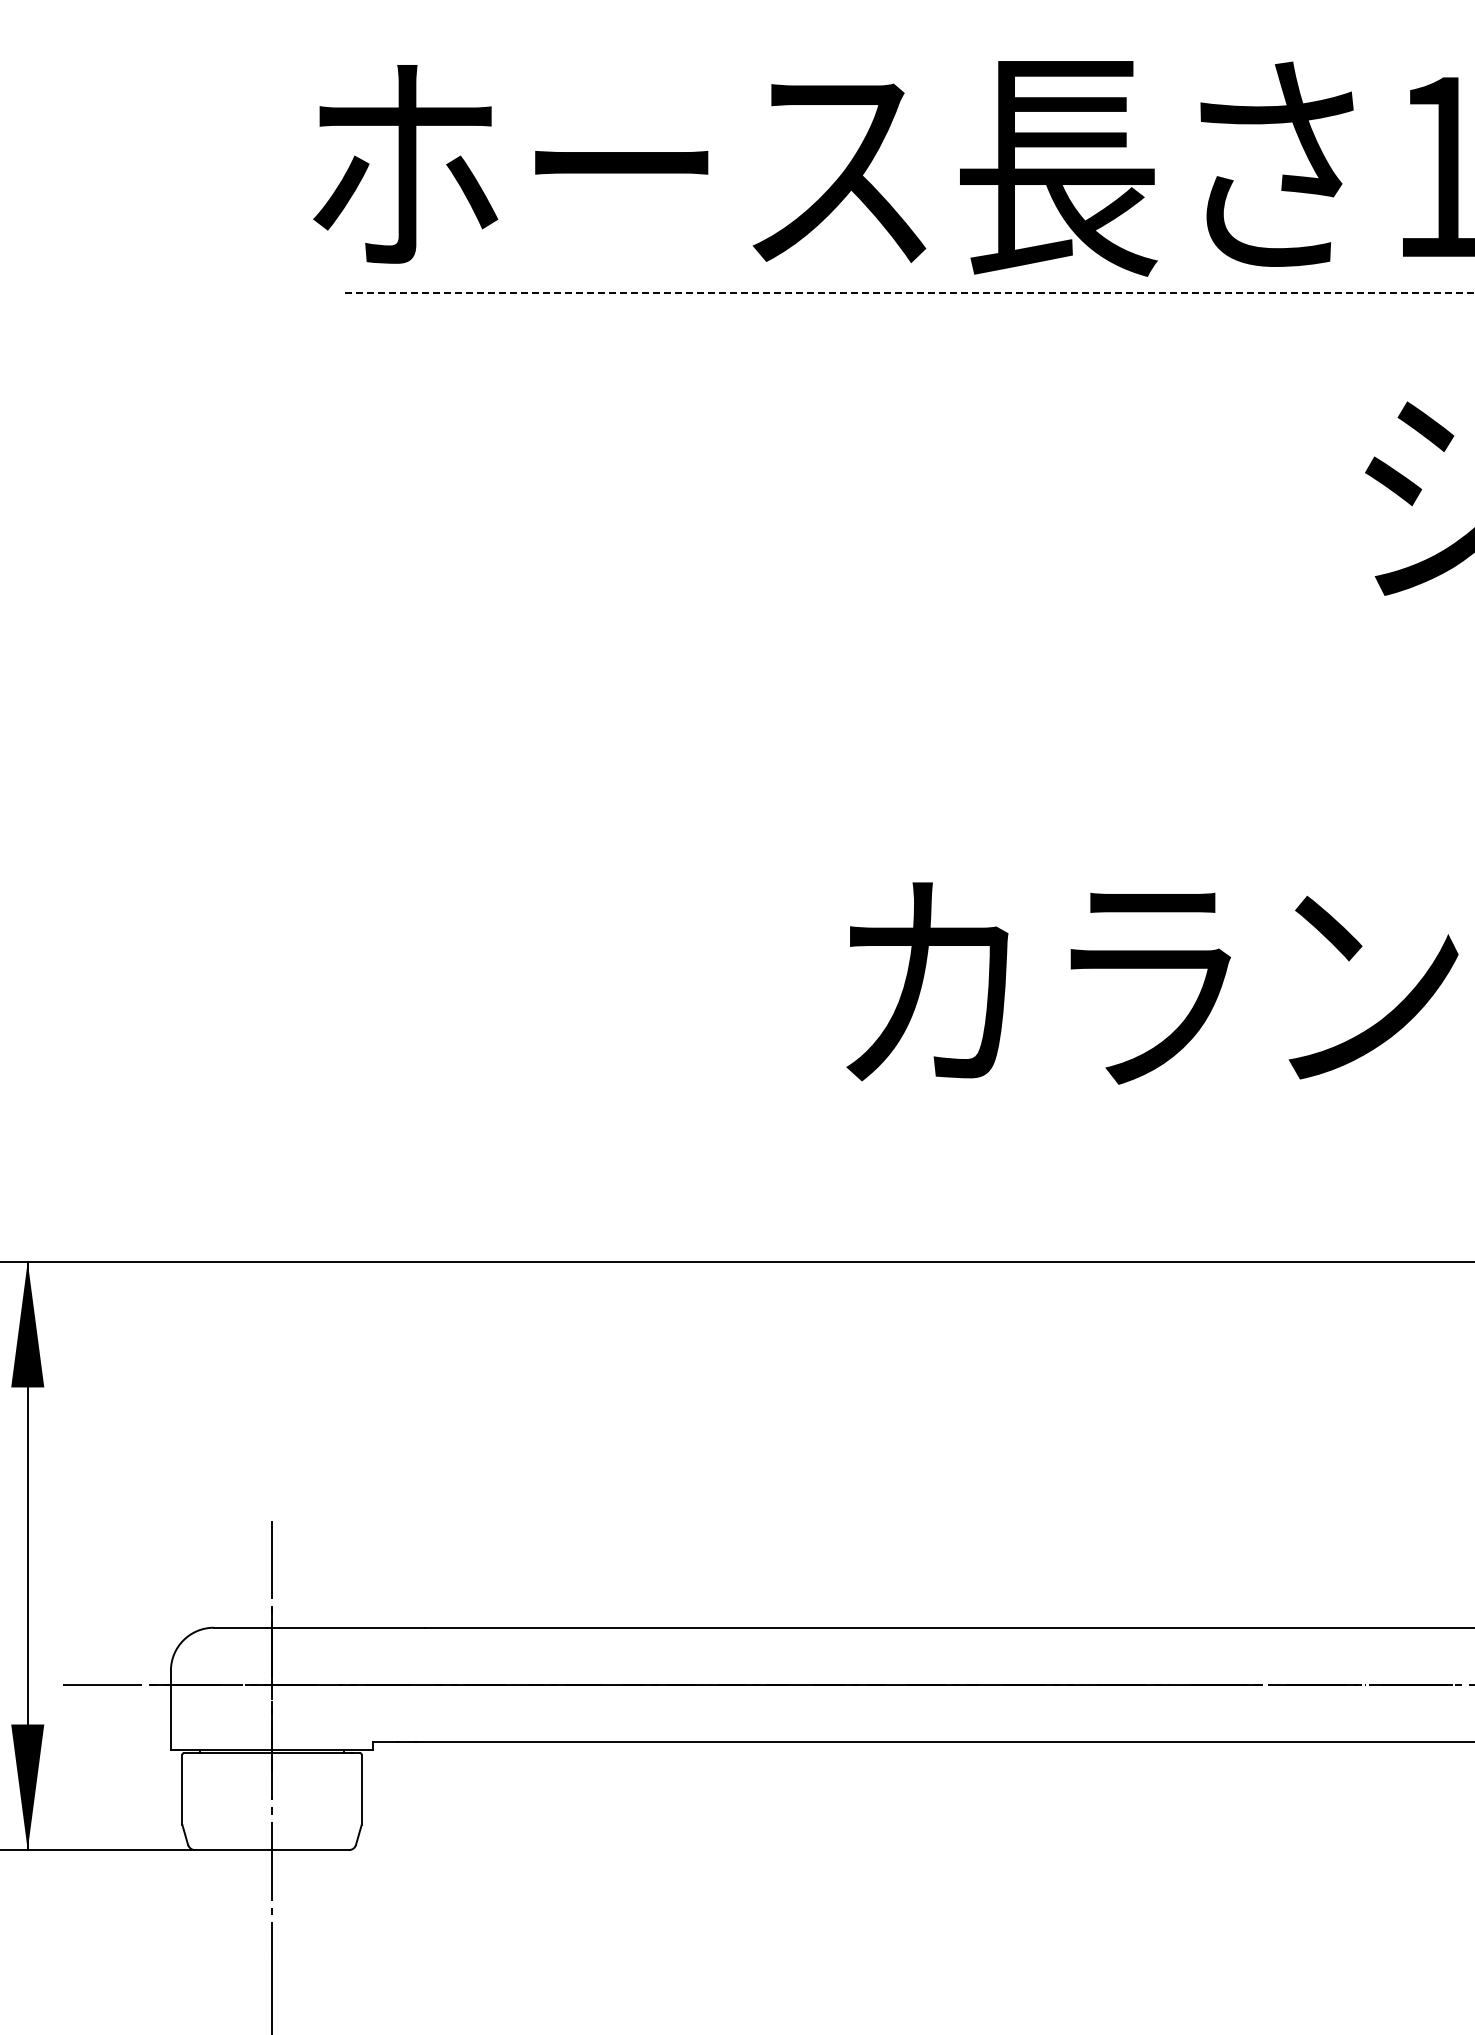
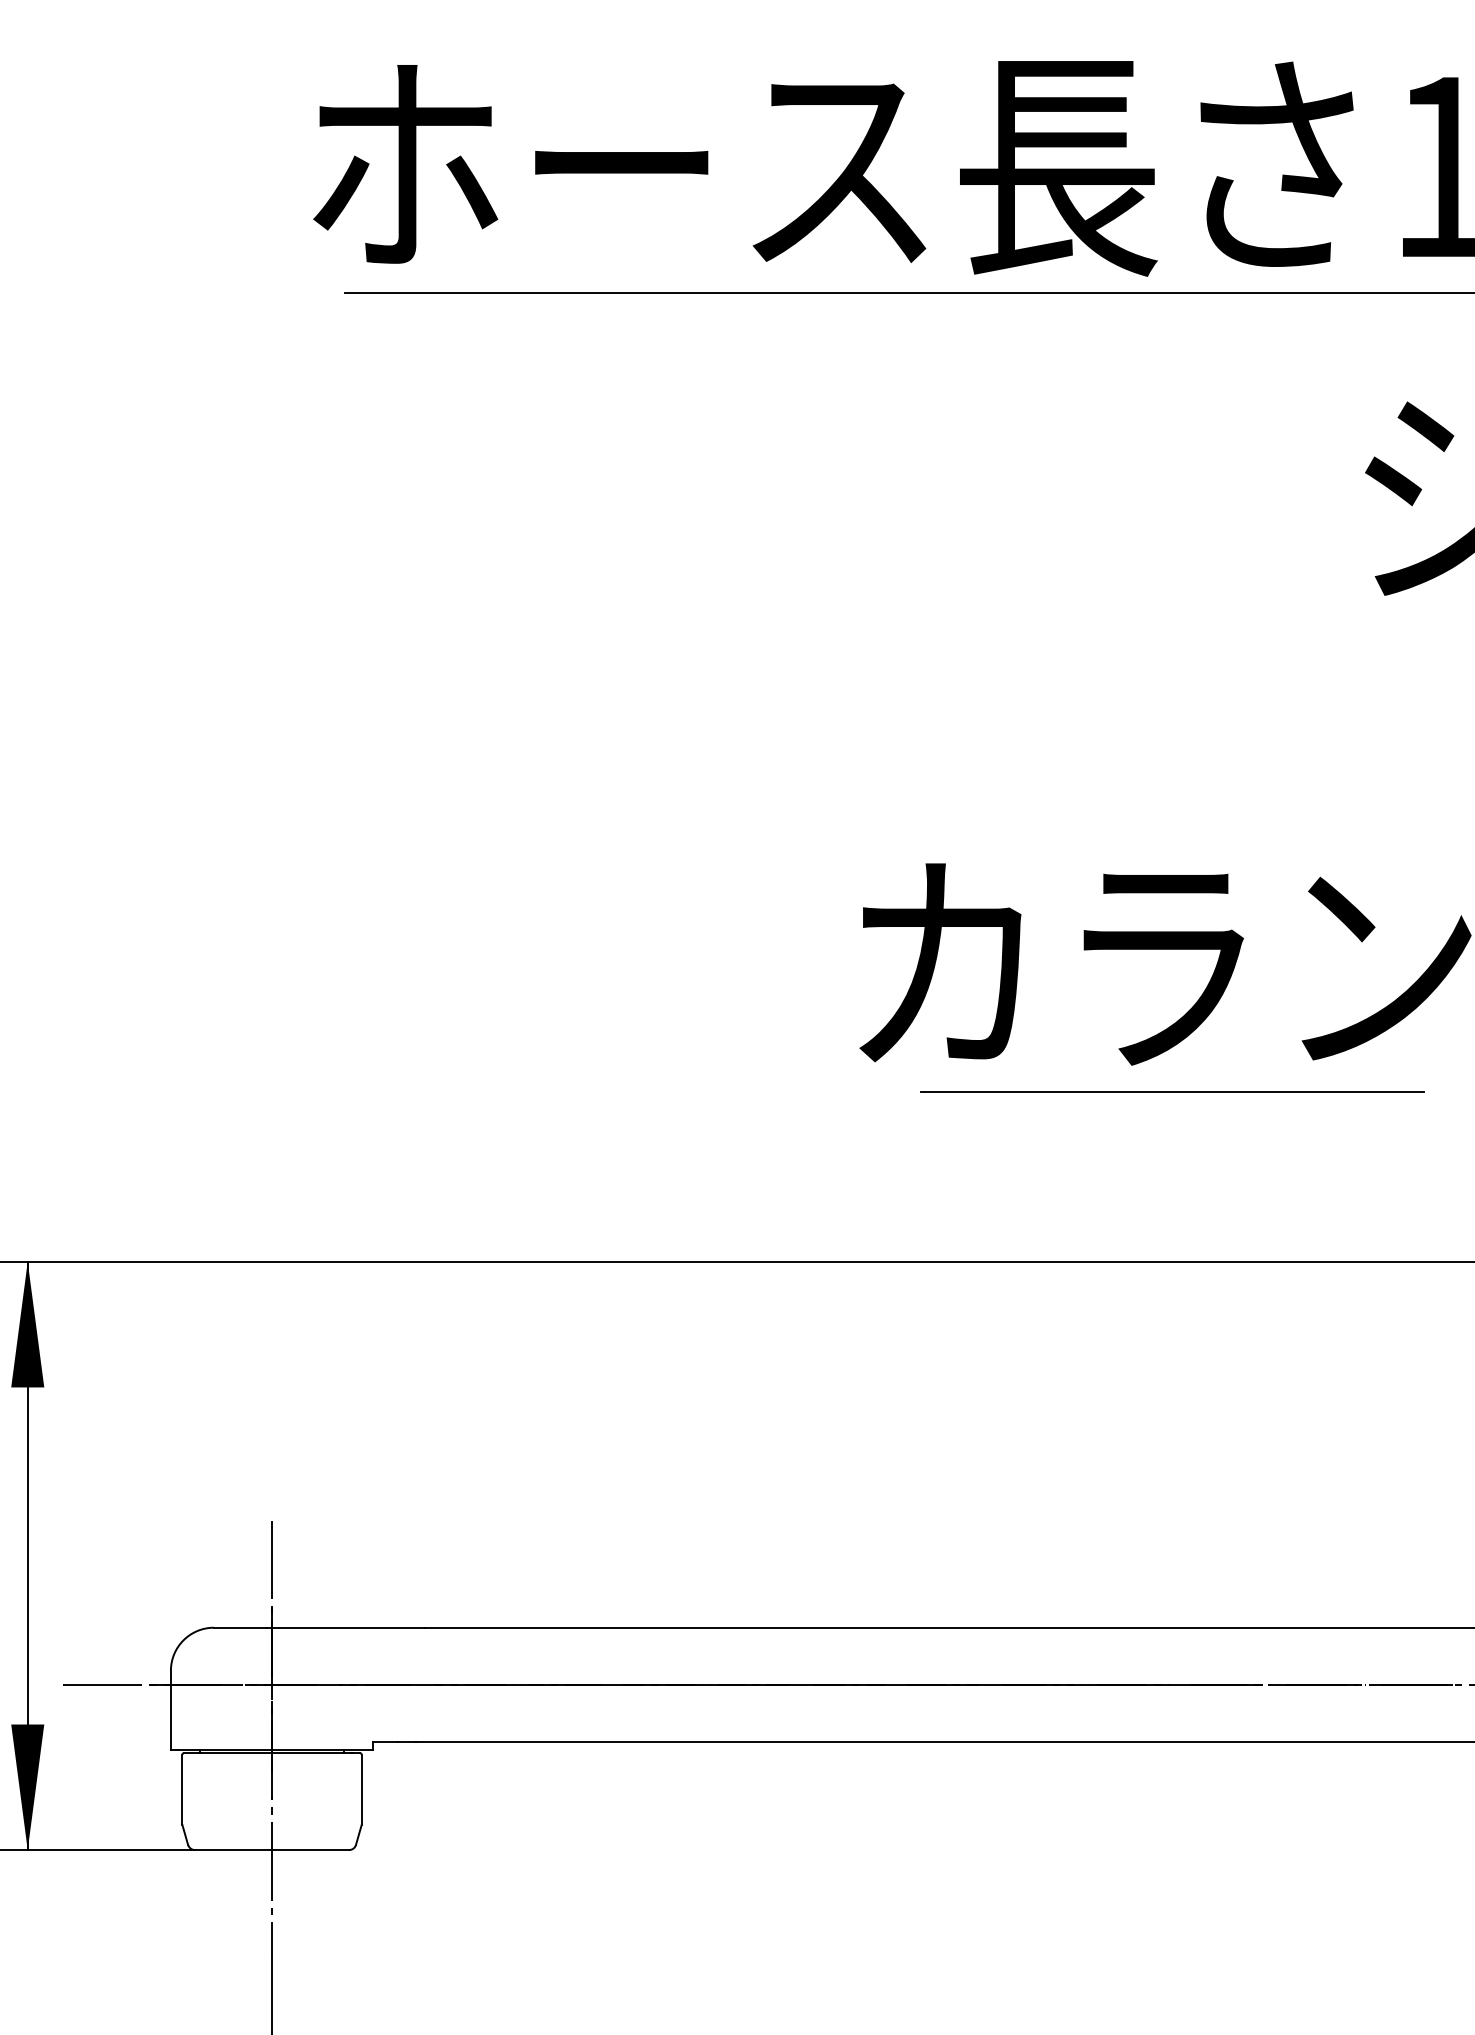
line at (910, 292): dashed -> solid
text at (1152, 983) position: (1152, 983) -> (1165, 964)
line at (1171, 1091): none -> present
